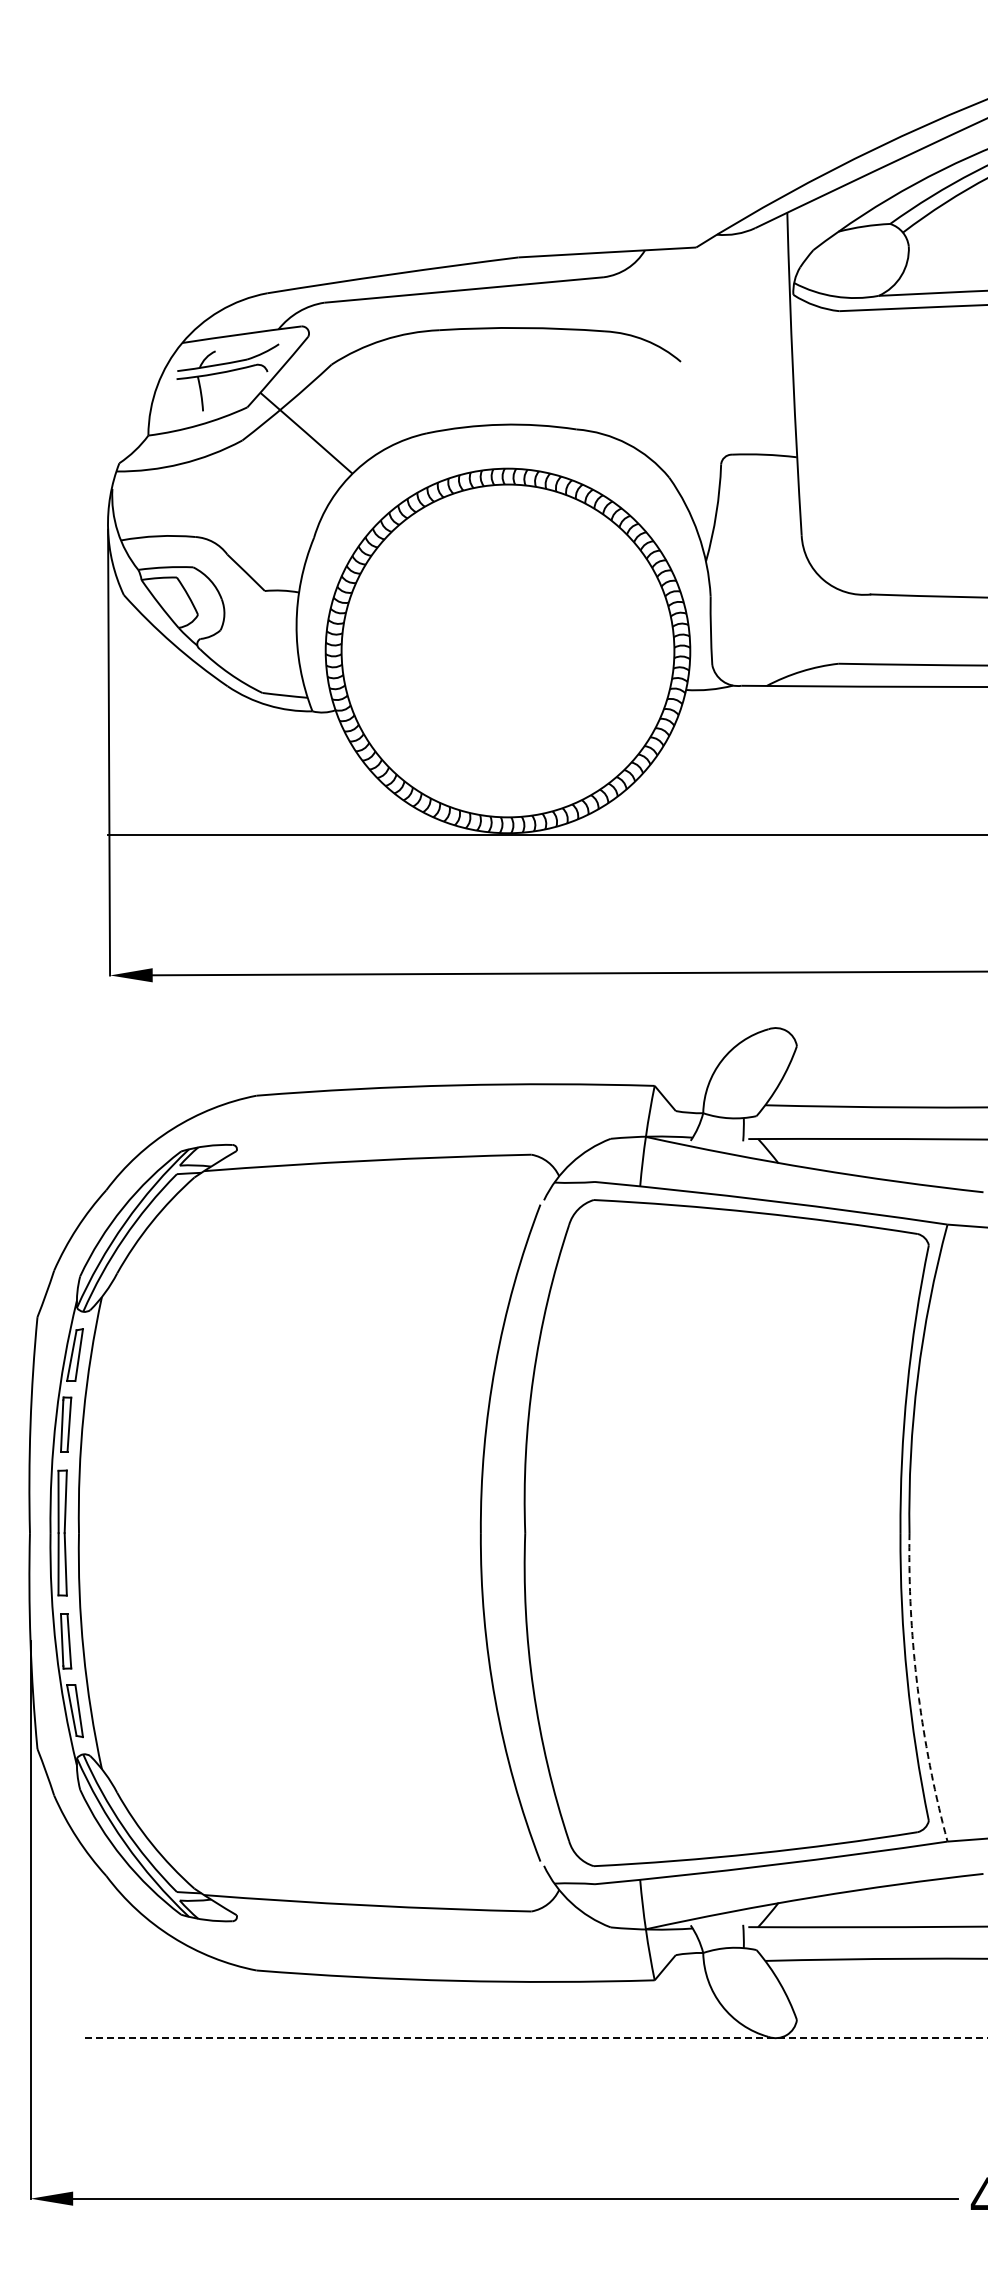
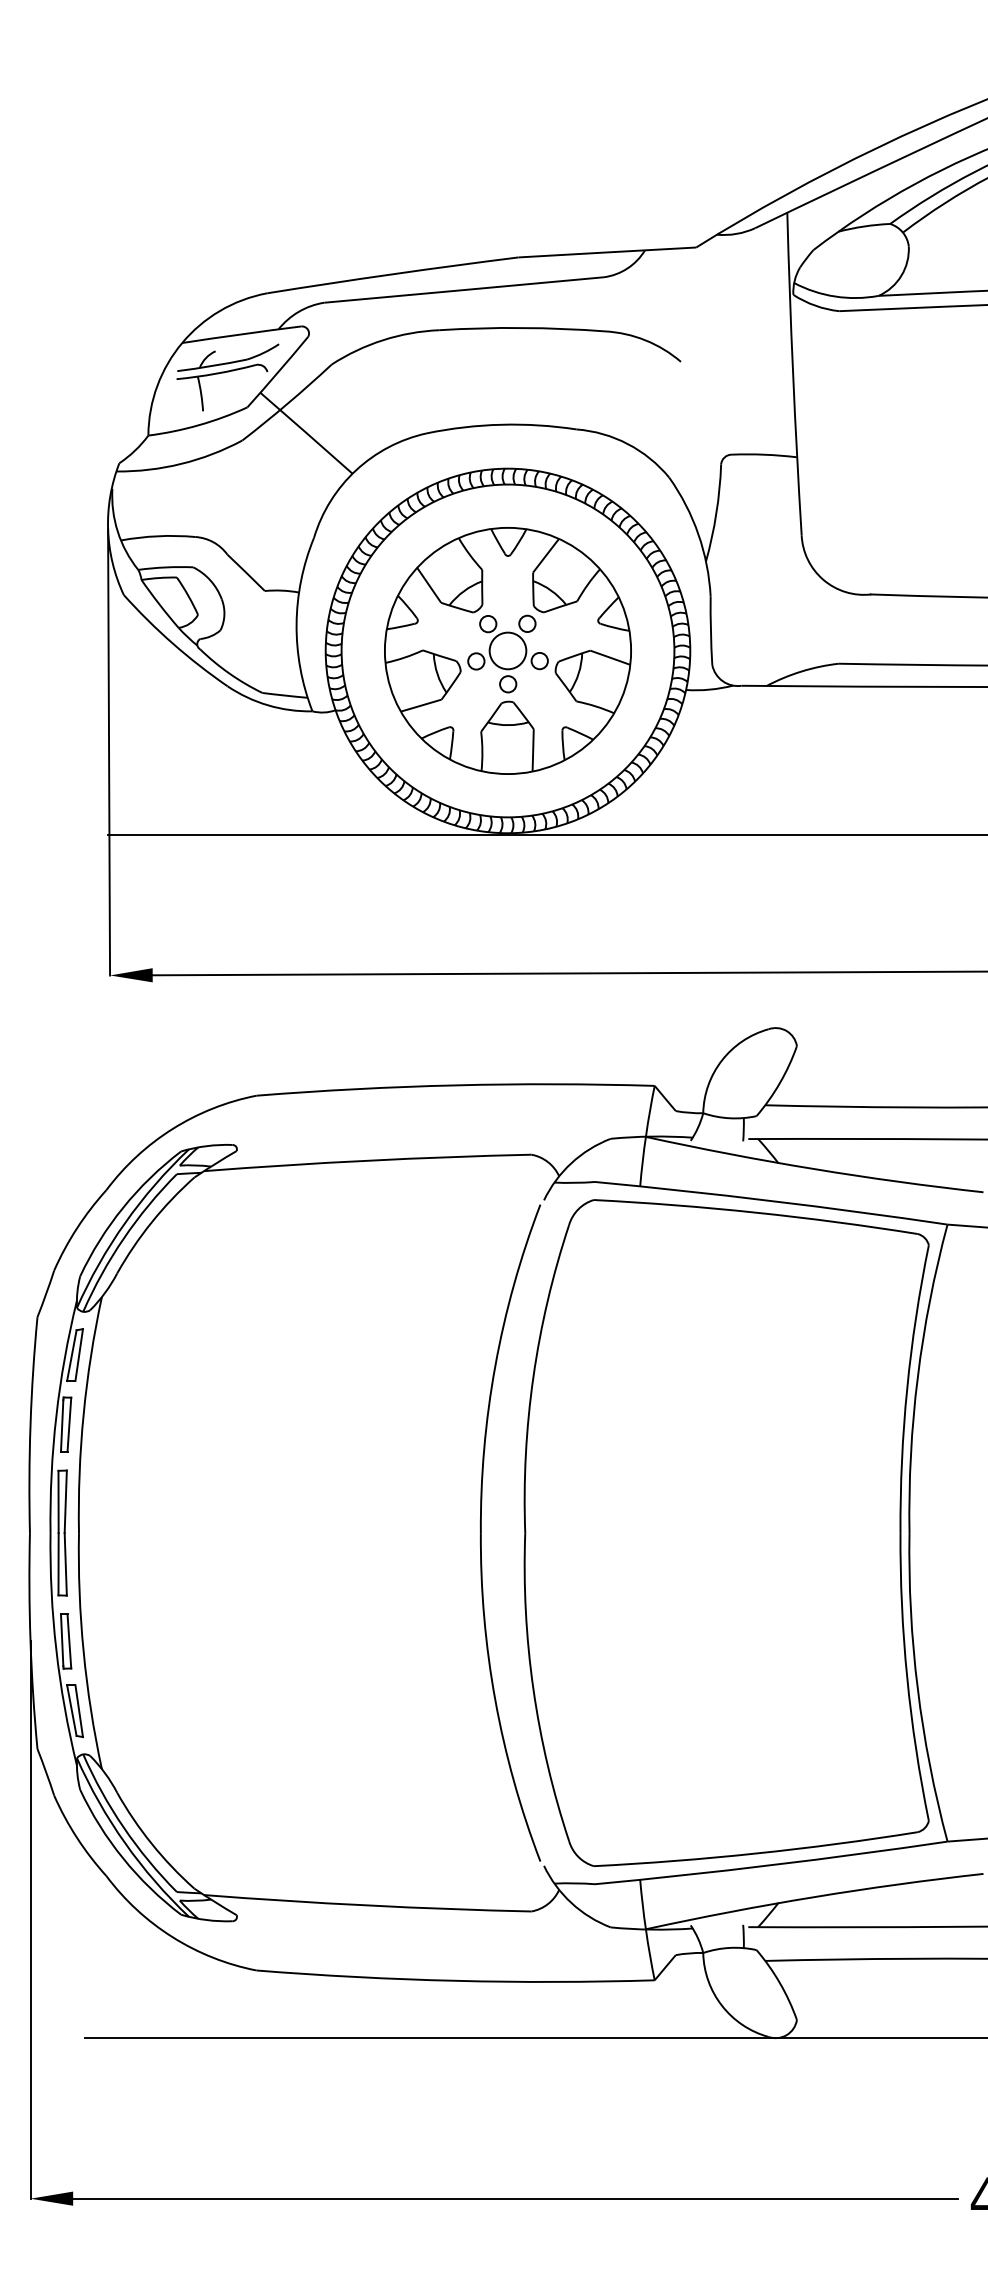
part at (507, 650): none -> present
arc at (917, 1688): dashed -> solid
line at (536, 2037): dashed -> solid
